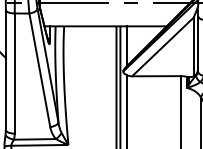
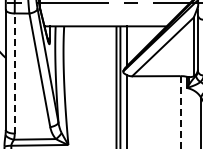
line at (14, 73): solid -> dashed
line at (180, 112): solid -> dashed
